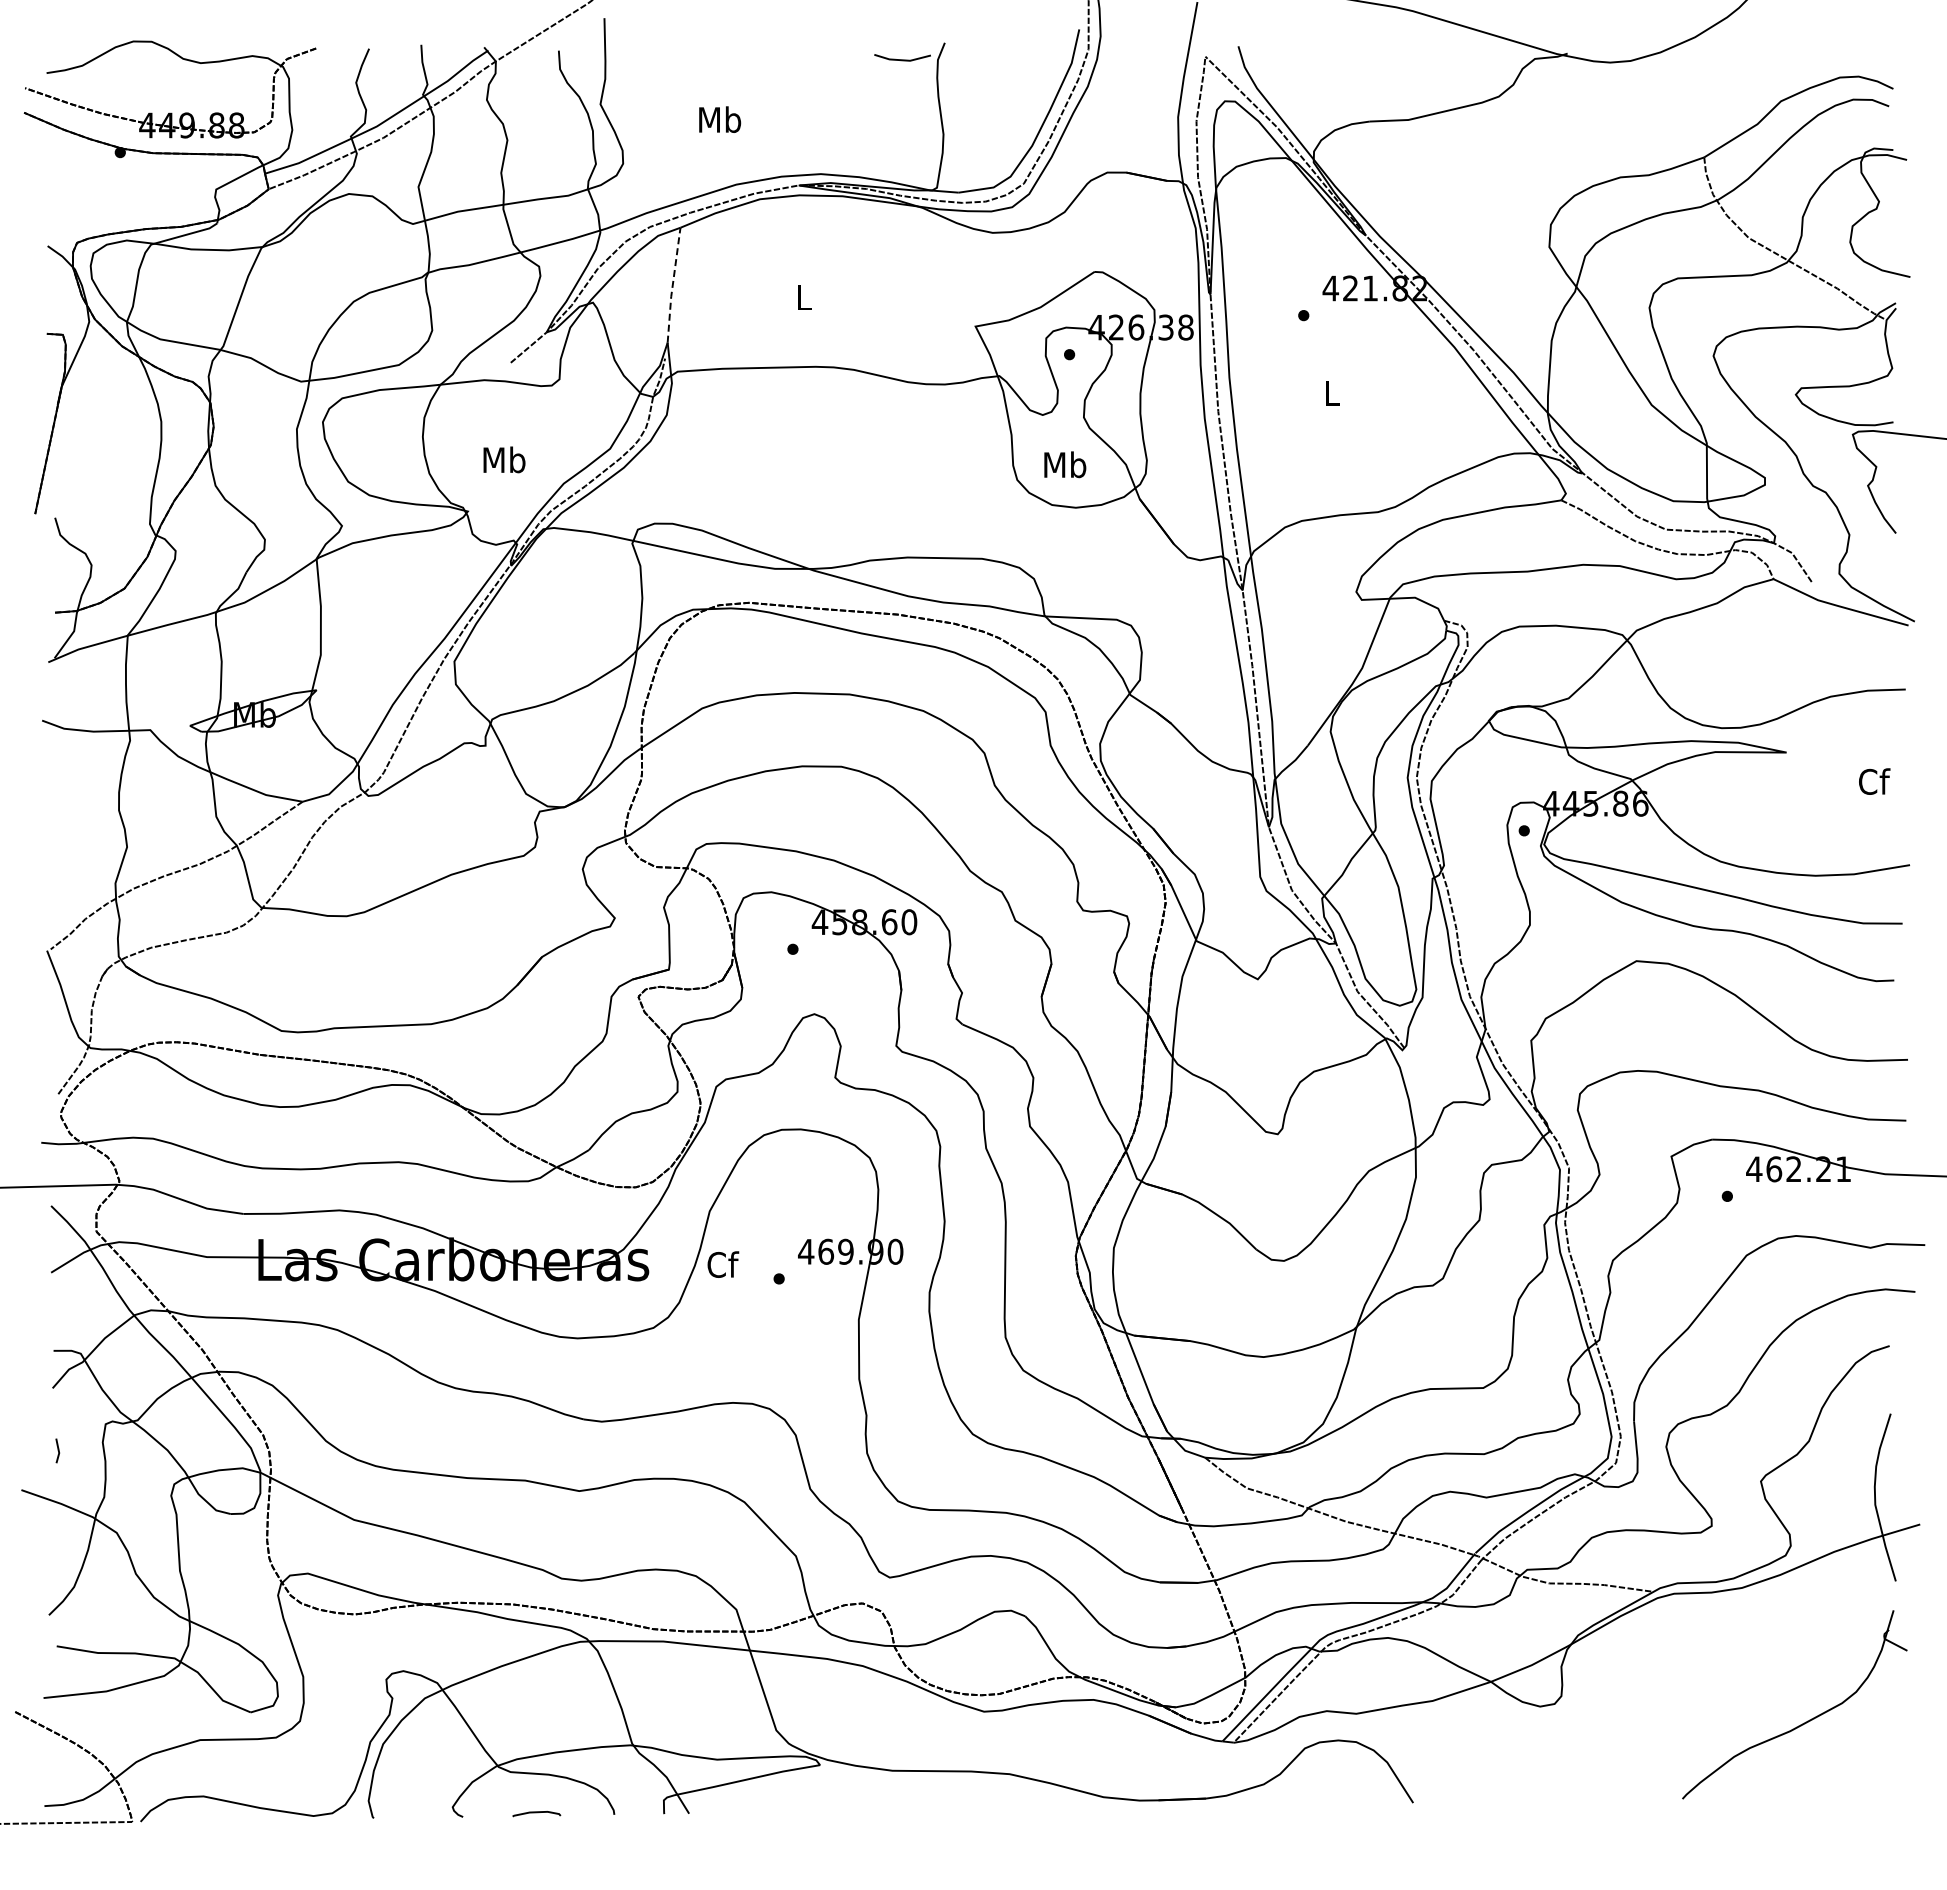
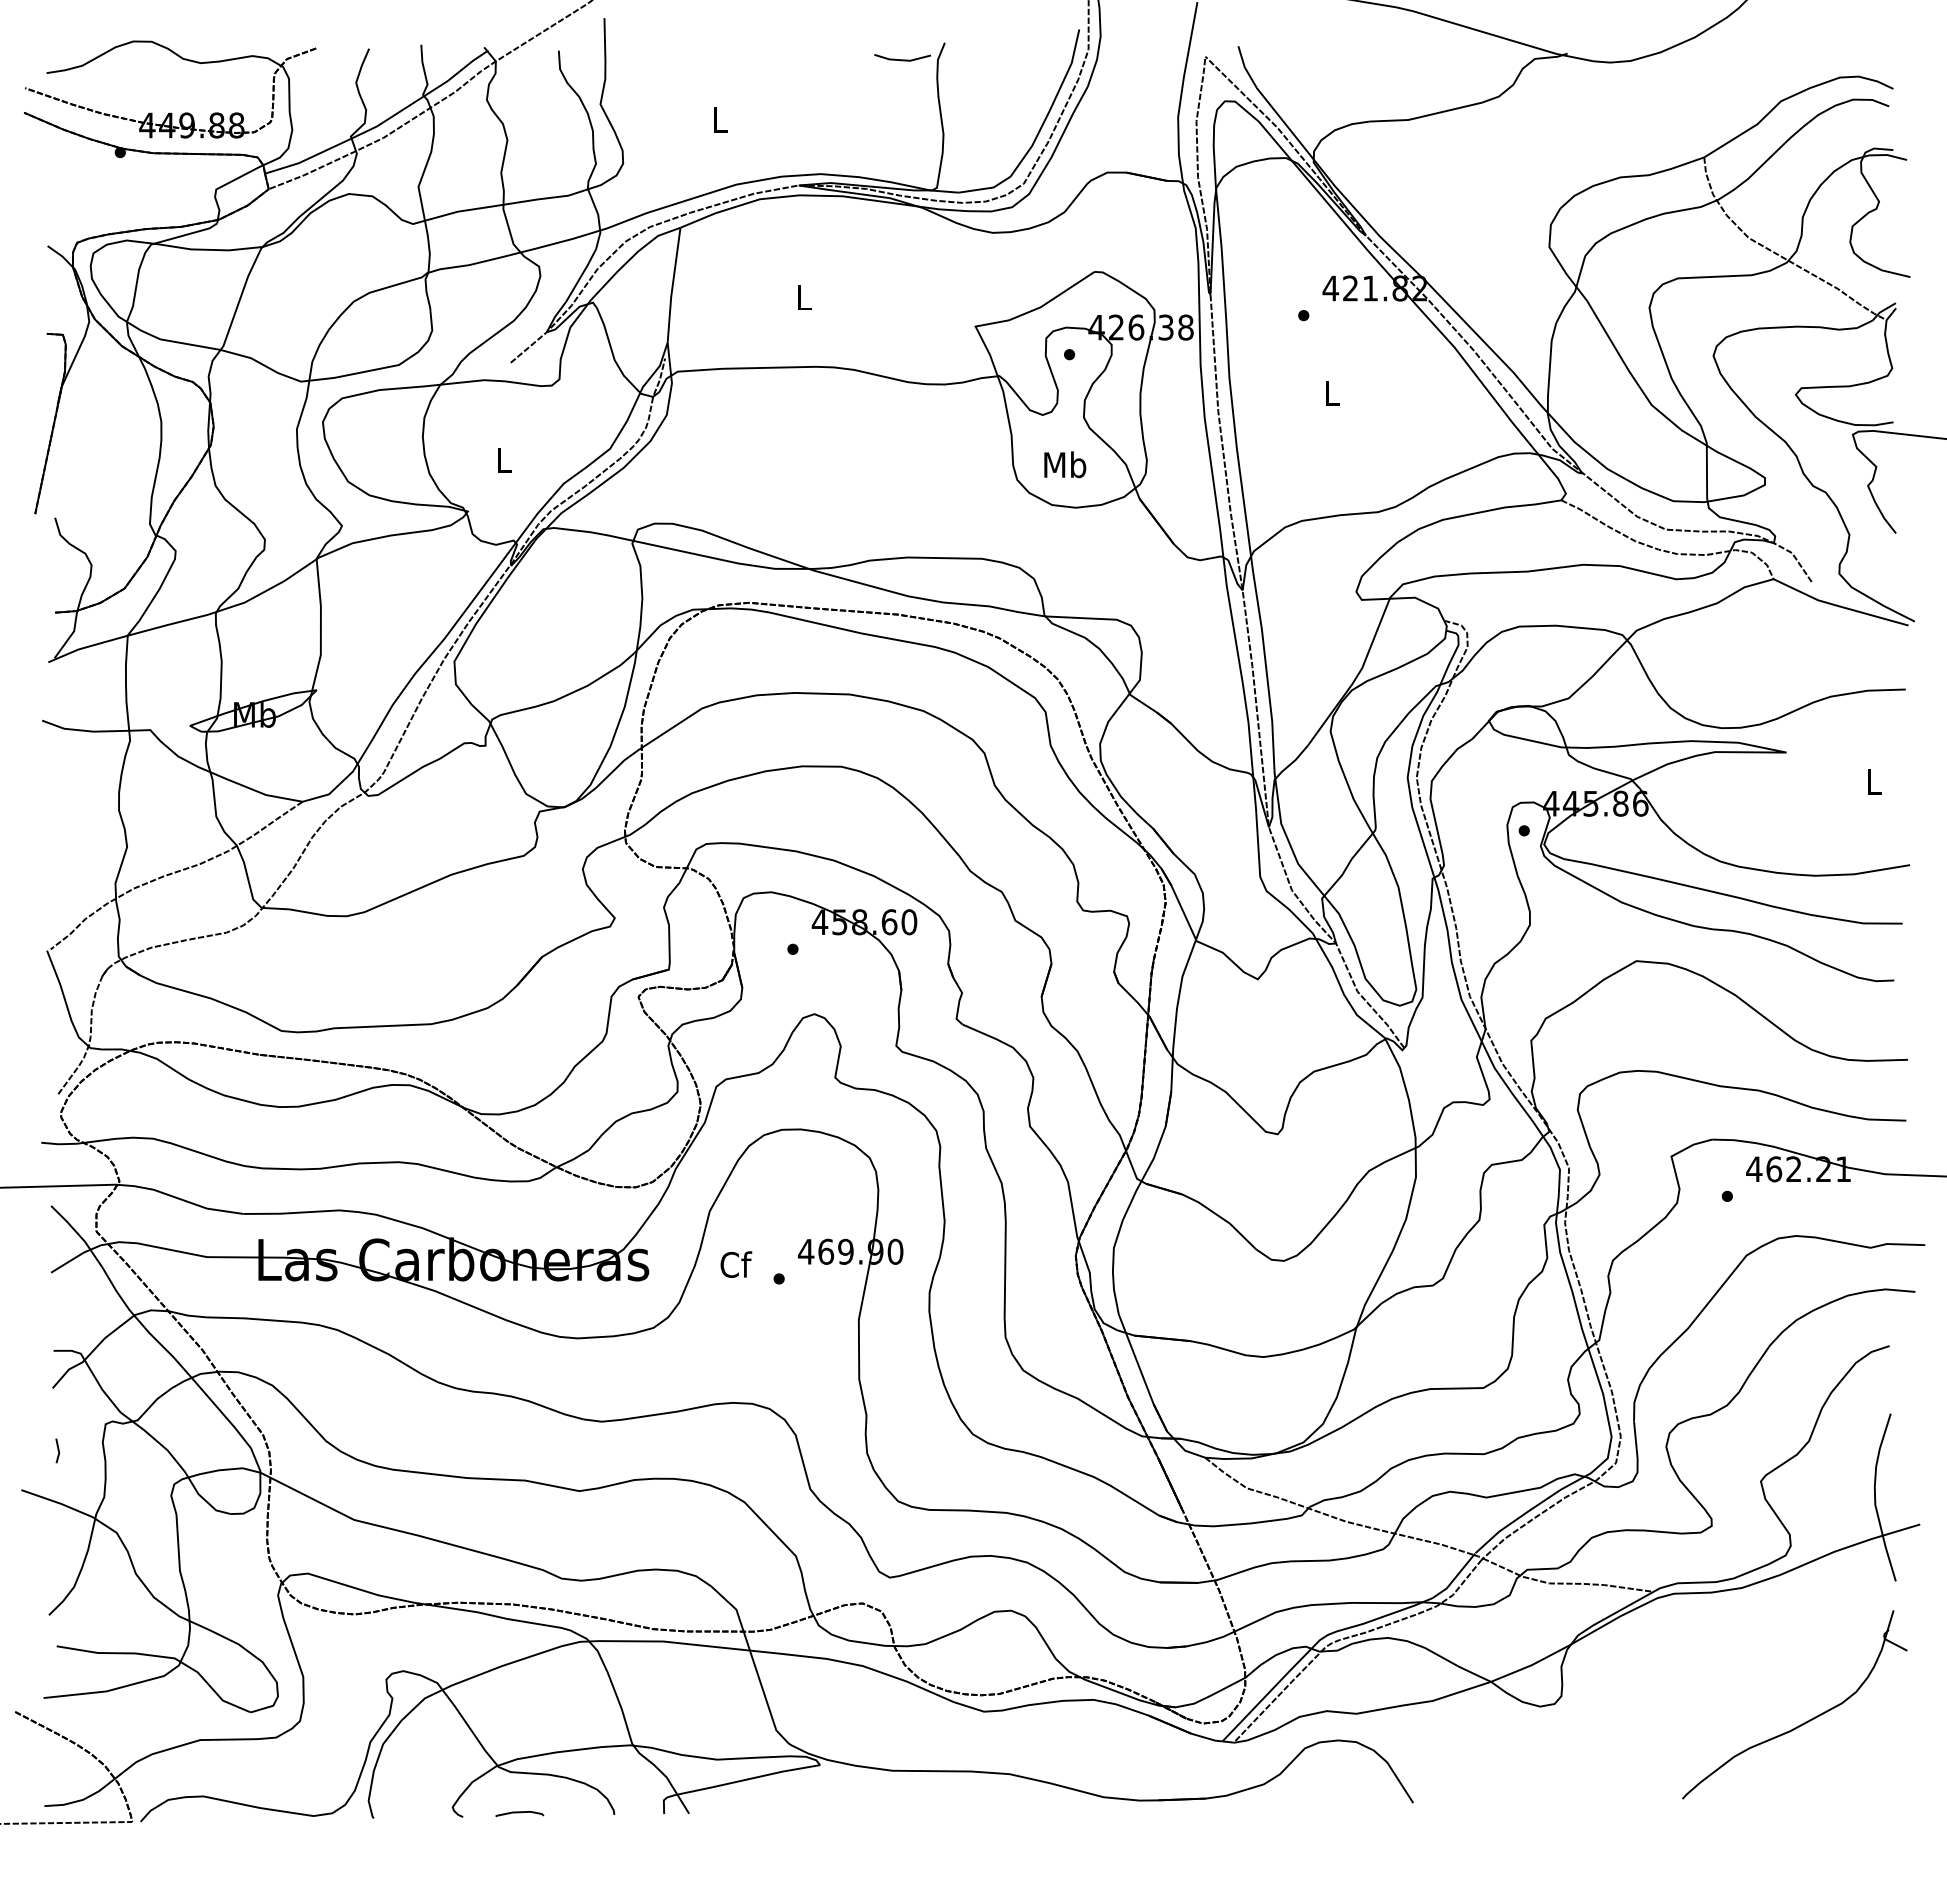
text at (720, 119): Mb -> L
line at (672, 285): dashed -> solid
text at (504, 459): Mb -> L
text at (1874, 781): Cf -> L
text at (723, 1264) position: (723, 1264) -> (736, 1264)
curve at (536, 1813) position: (536, 1813) -> (519, 1813)
